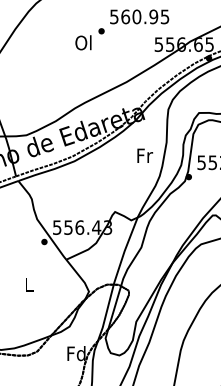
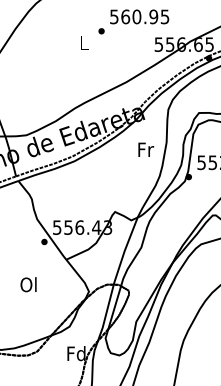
text at (83, 42): Ol -> L
text at (144, 155) position: (144, 155) -> (145, 149)
text at (28, 284): L -> Ol
